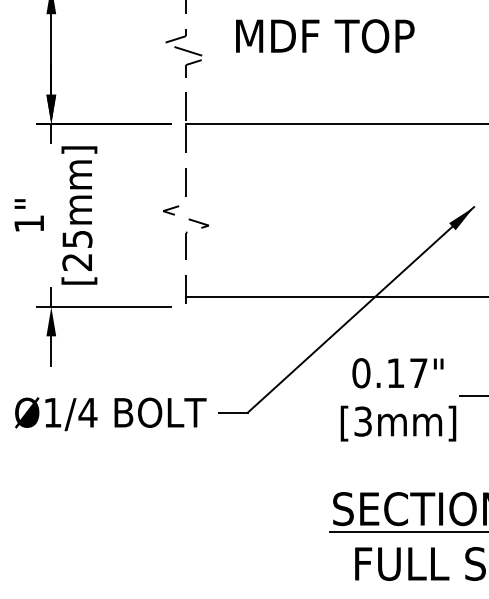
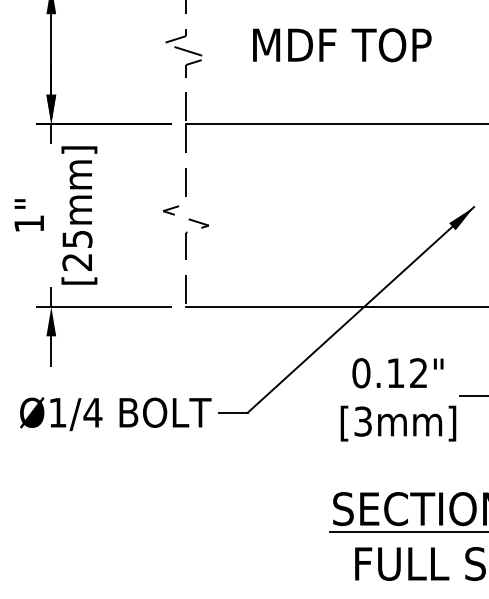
text at (325, 36) position: (325, 36) -> (342, 45)
line at (335, 297) position: (335, 297) -> (335, 307)
text at (418, 372): 0.17" -> 0.12"
text at (110, 414) position: (110, 414) -> (115, 414)
